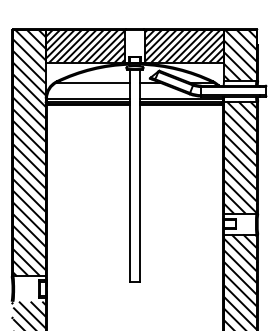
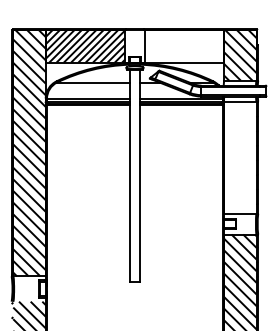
hatch at (184, 46): present -> none
hatch at (240, 157): present -> none
